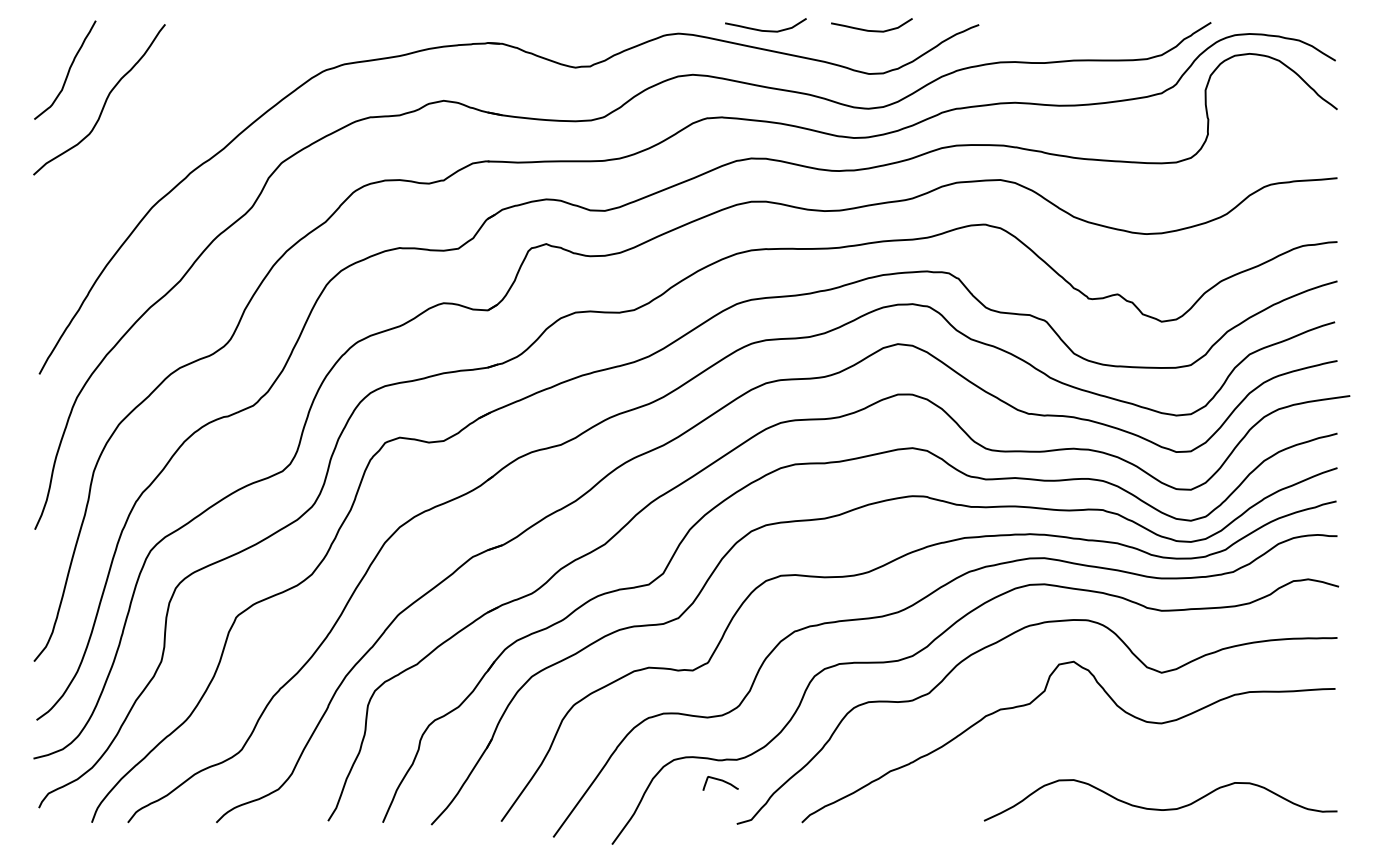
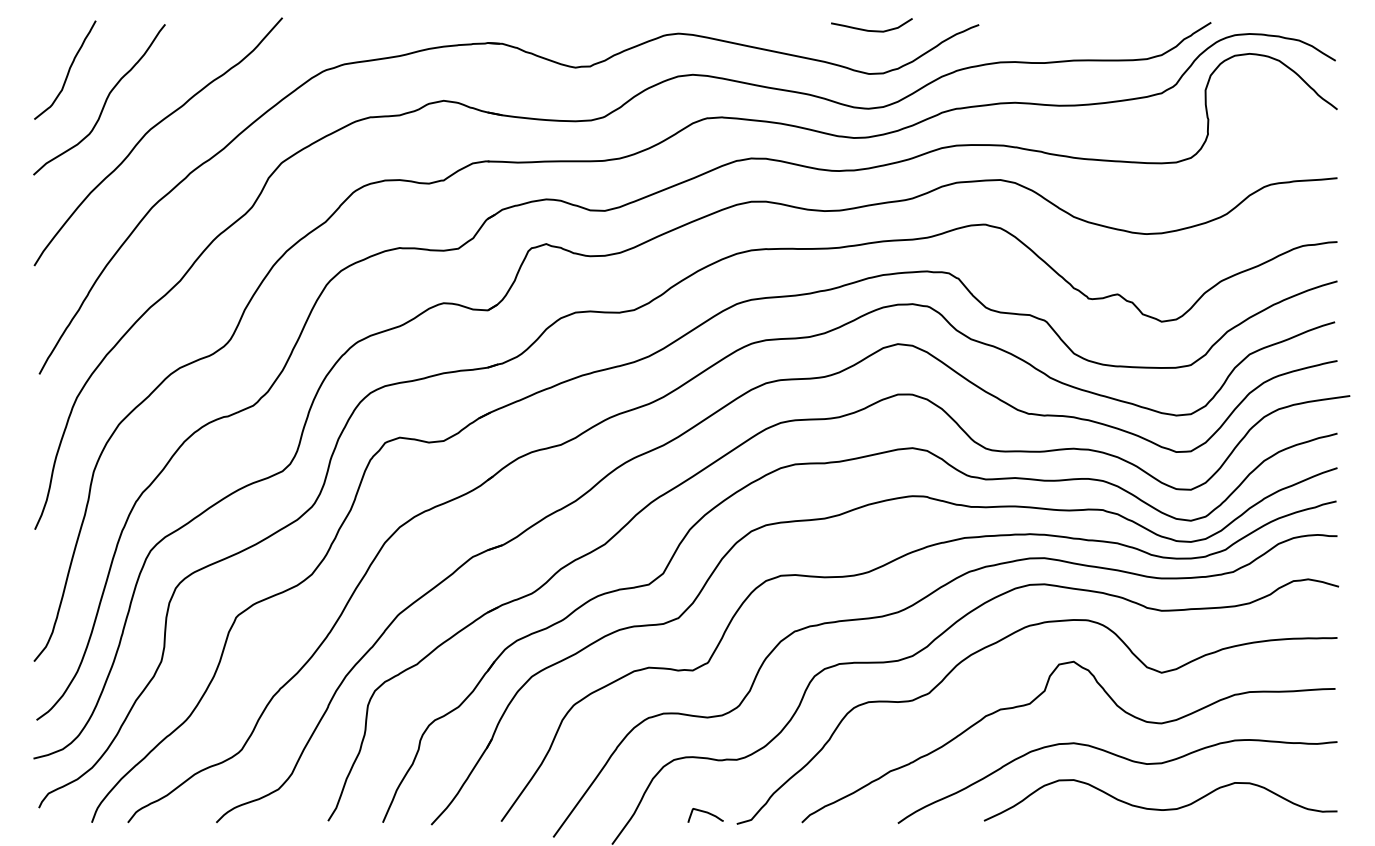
curve at (765, 30): present -> none
curve at (148, 132): none -> present
curve at (1124, 759): none -> present
curve at (721, 781) position: (721, 781) -> (706, 813)
